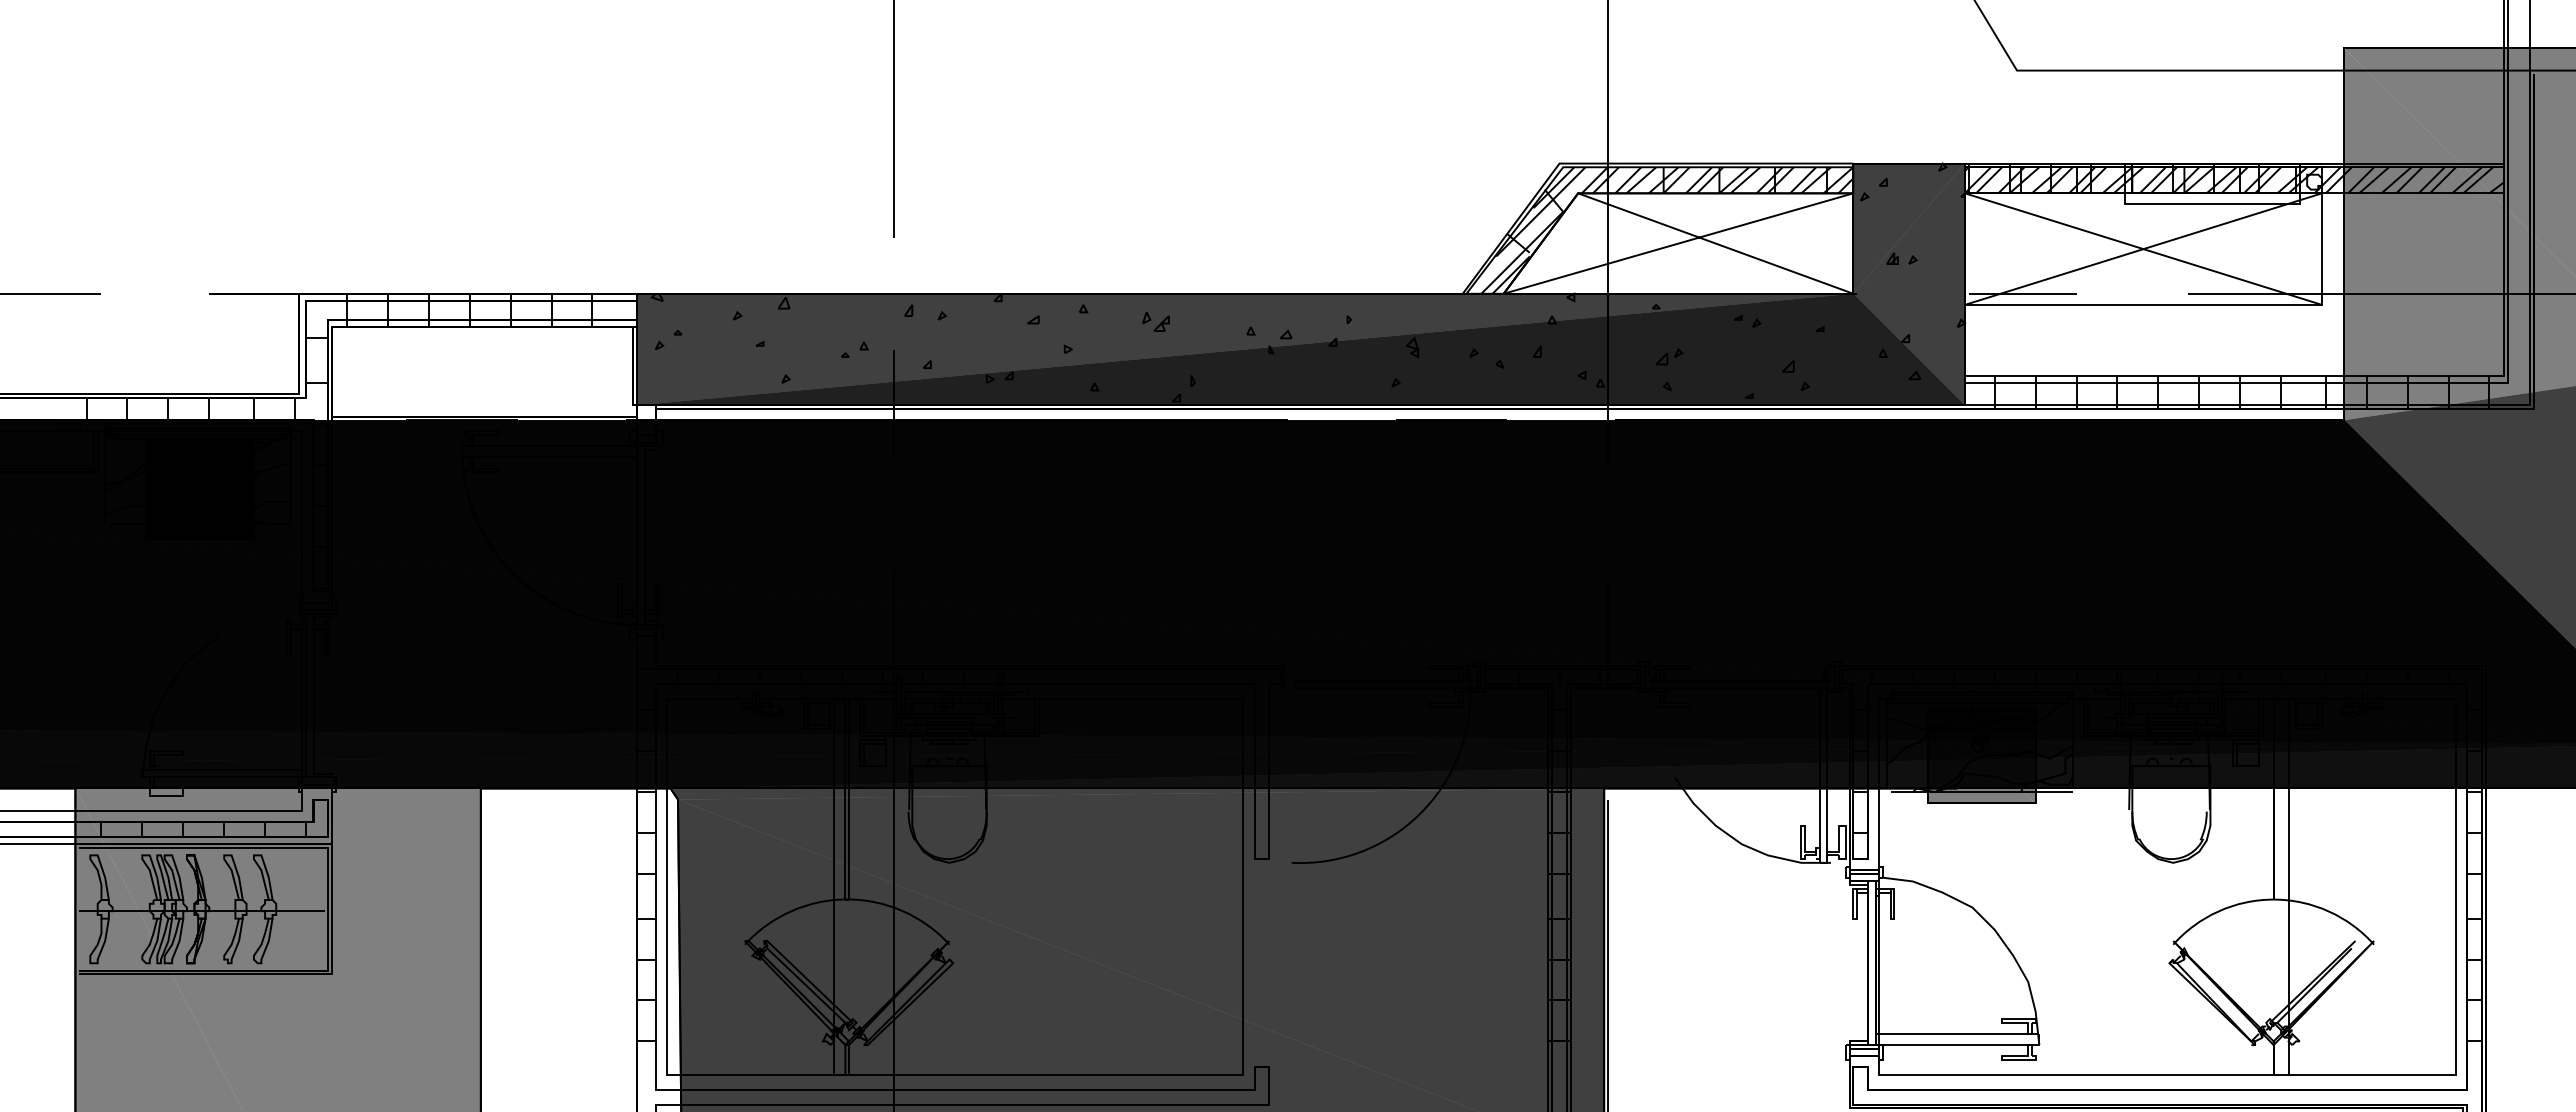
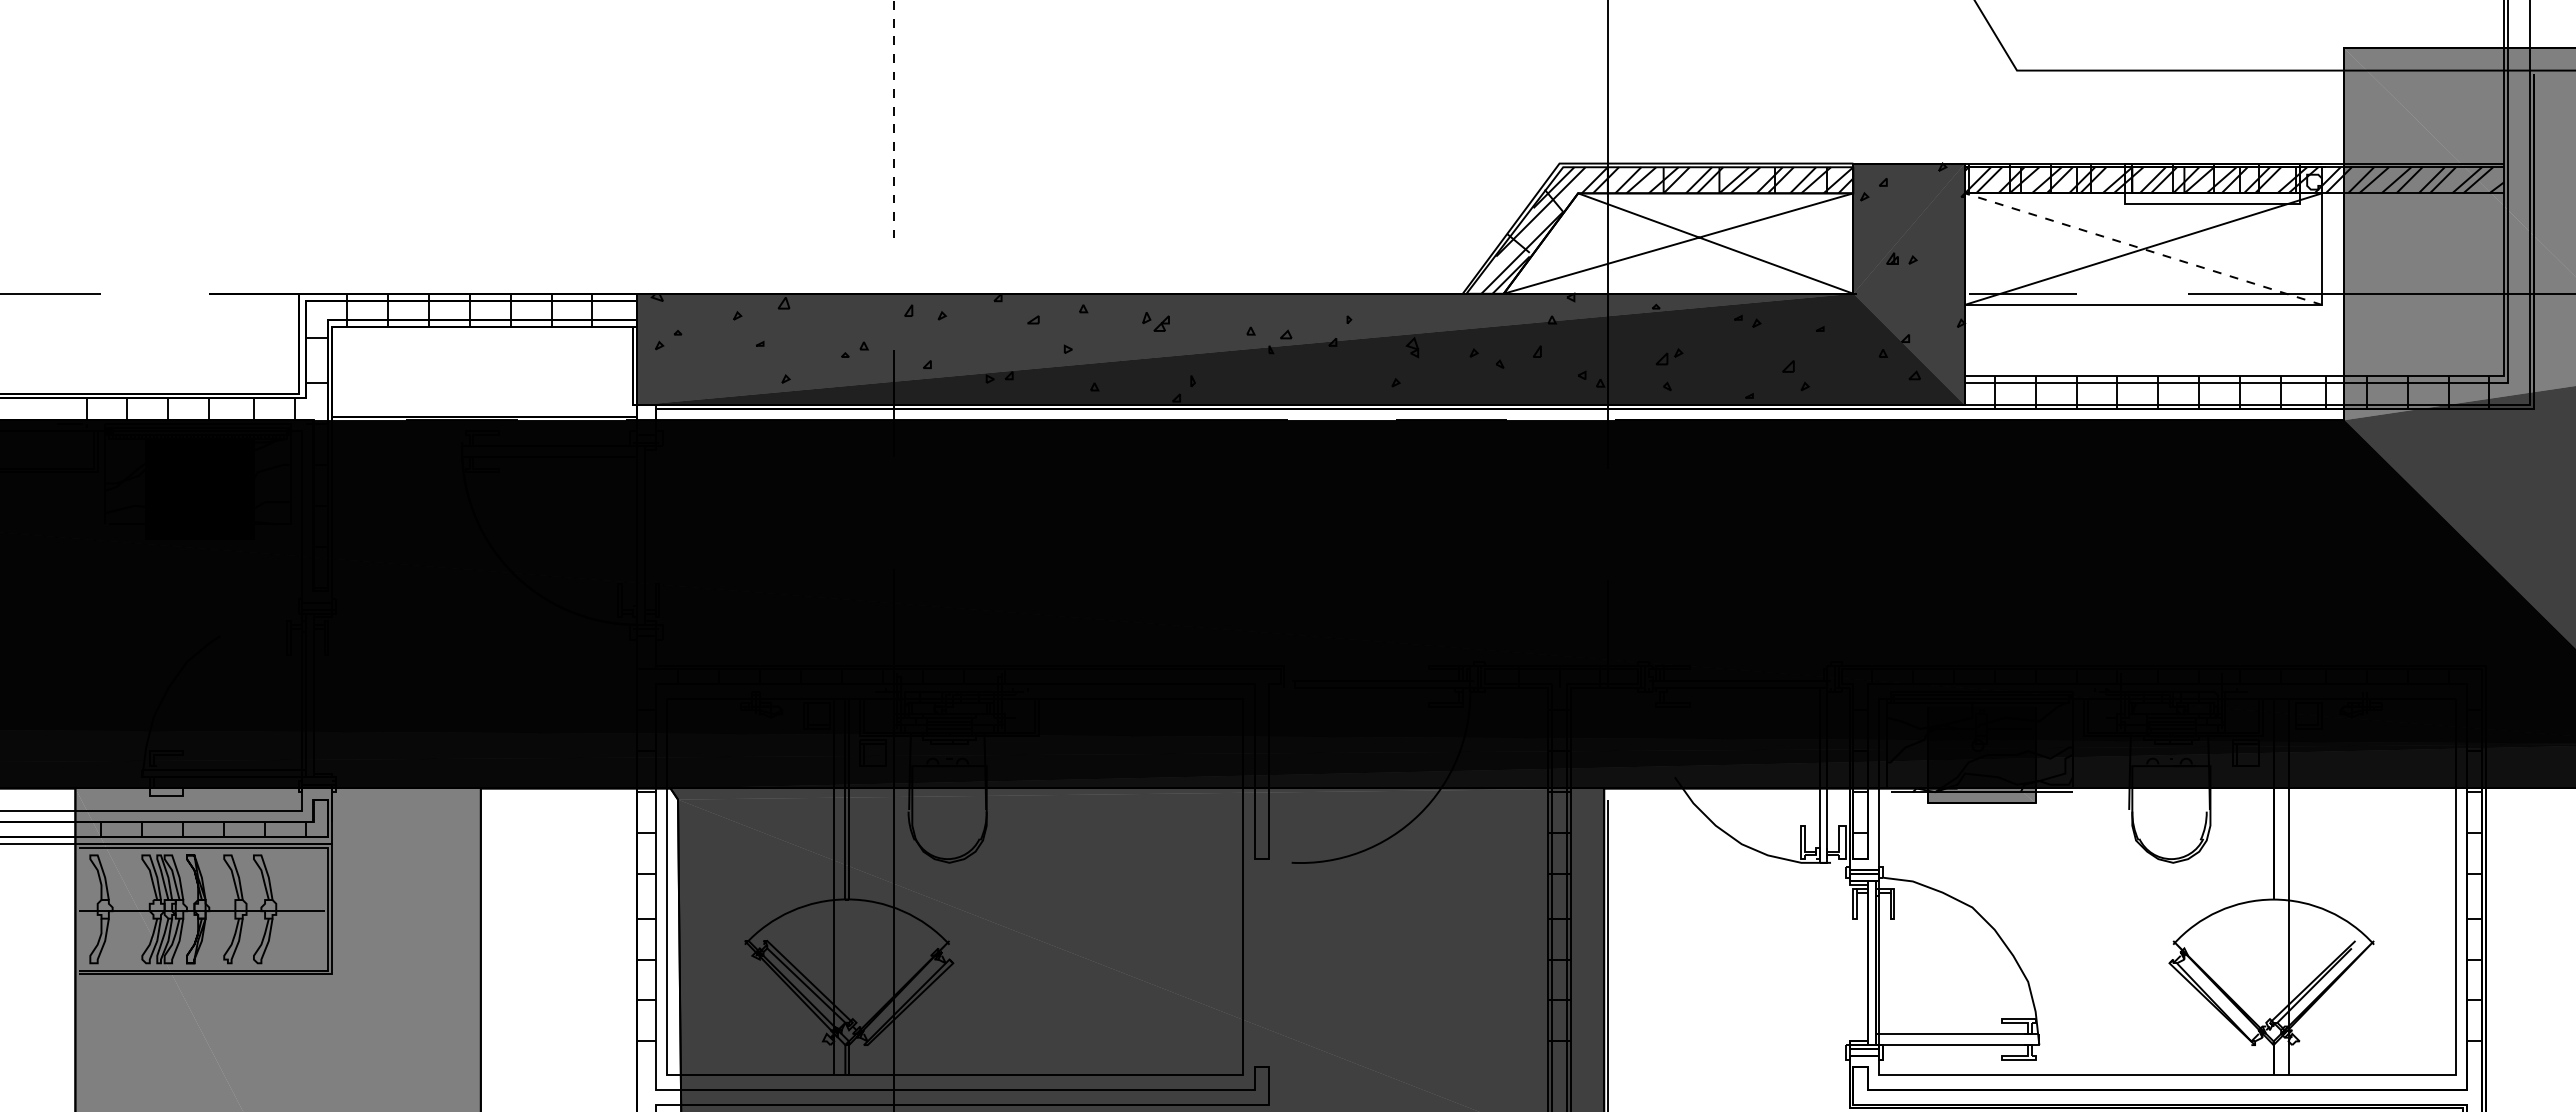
line at (893, 119): solid -> dashed
line at (2143, 248): solid -> dashed
